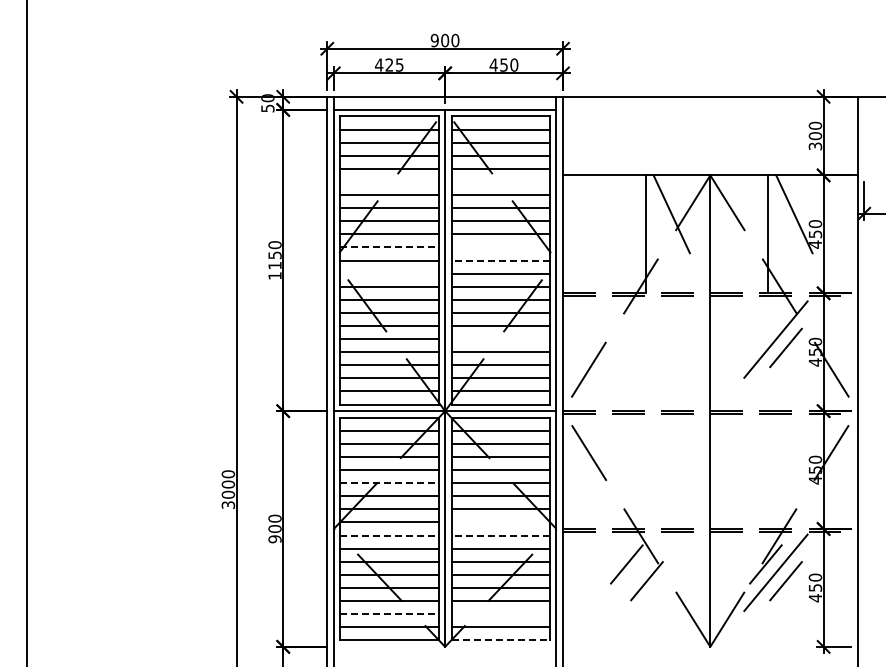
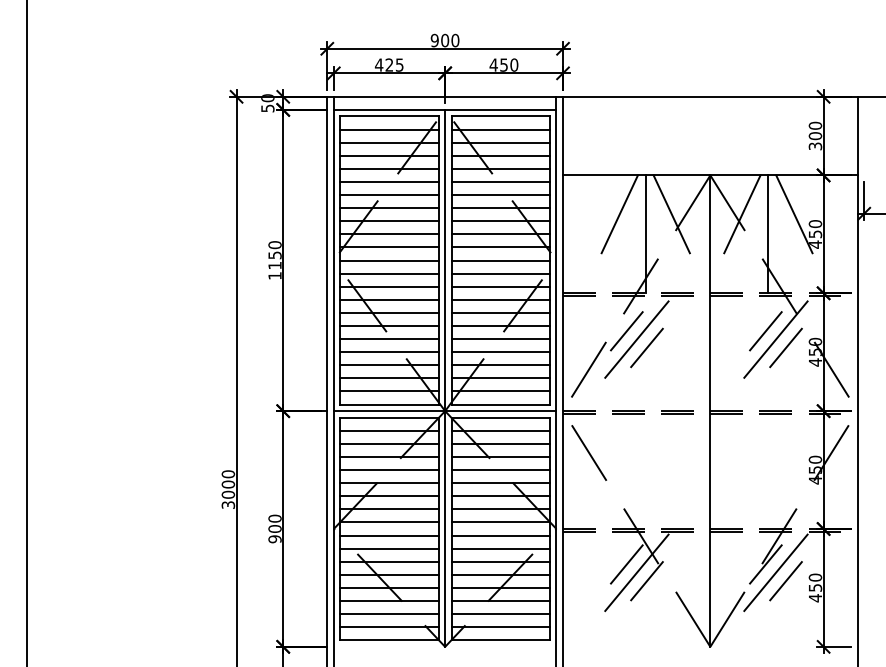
line at (389, 181): none -> present
line at (500, 181): none -> present
line at (619, 214): none -> present
line at (742, 214): none -> present
line at (390, 247): dashed -> solid
line at (500, 247): none -> present
line at (500, 260): dashed -> solid
line at (389, 273): none -> present
line at (626, 331): none -> present
line at (765, 331): none -> present
line at (500, 339): none -> present
line at (636, 339): none -> present
line at (646, 347): none -> present
line at (390, 483): dashed -> solid
line at (500, 522): none -> present
line at (390, 535): dashed -> solid
line at (500, 535): dashed -> solid
line at (636, 572): none -> present
line at (390, 614): dashed -> solid
line at (500, 614): none -> present
line at (501, 640): dashed -> solid
